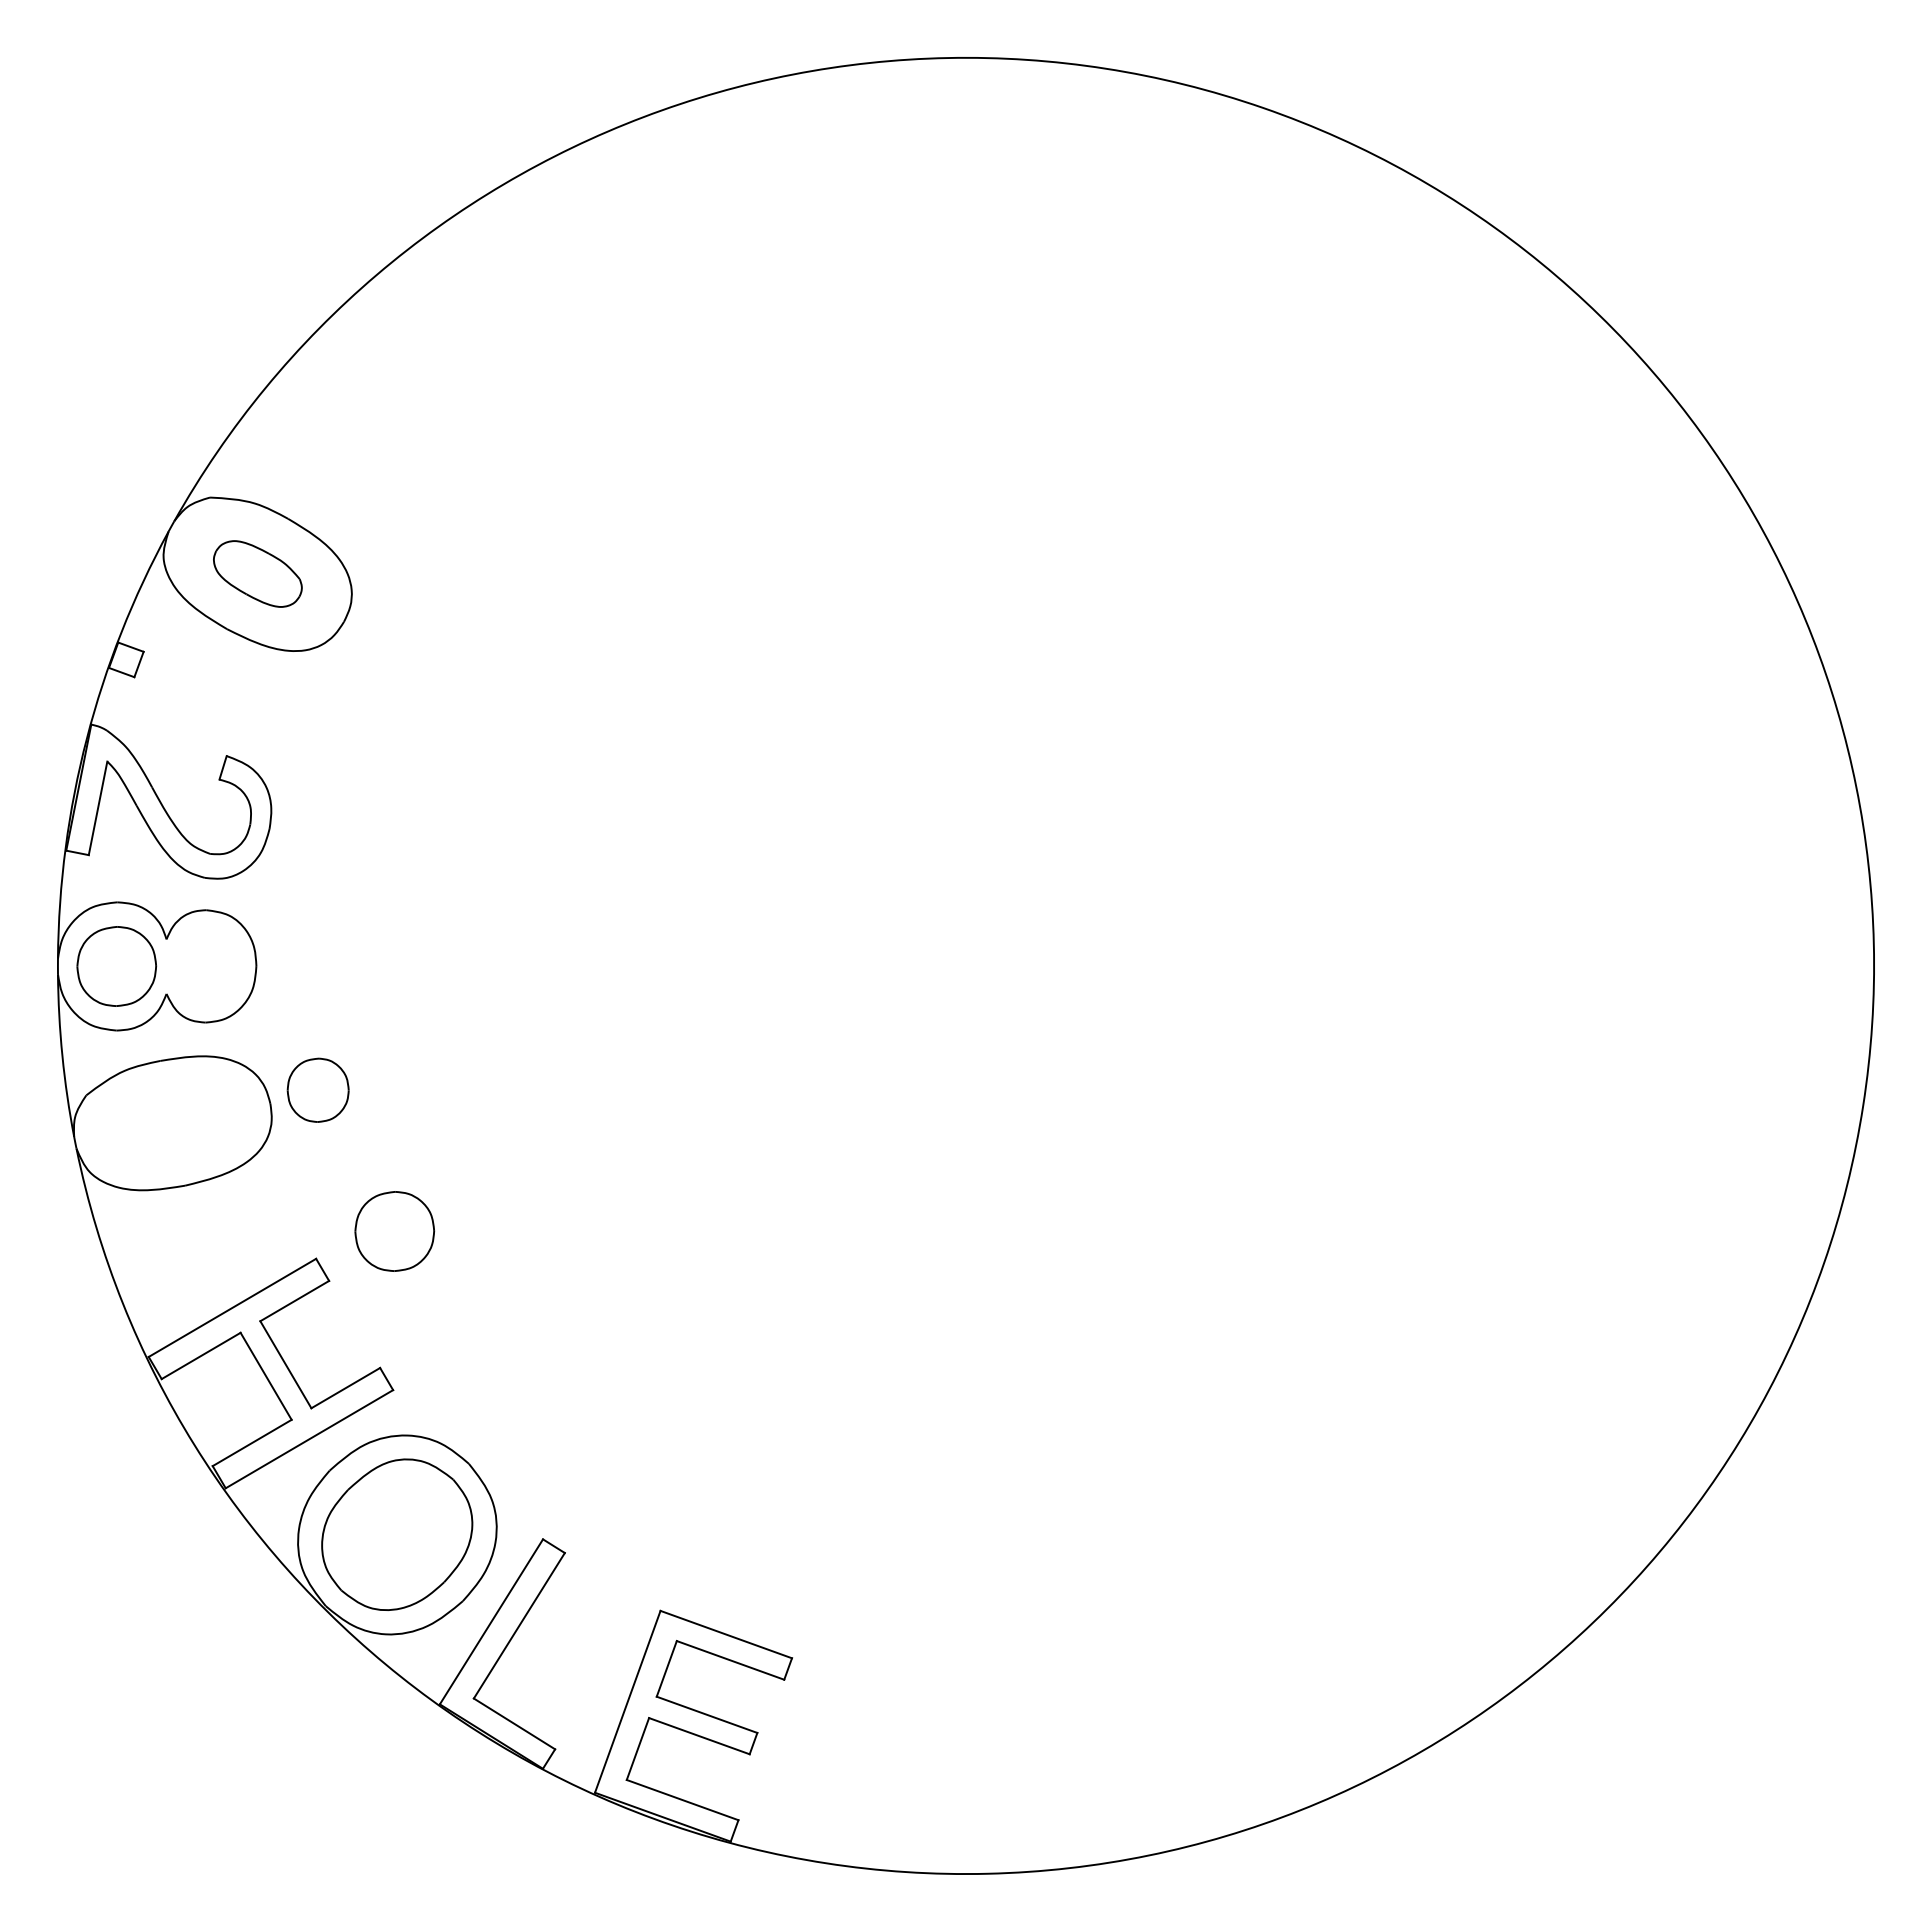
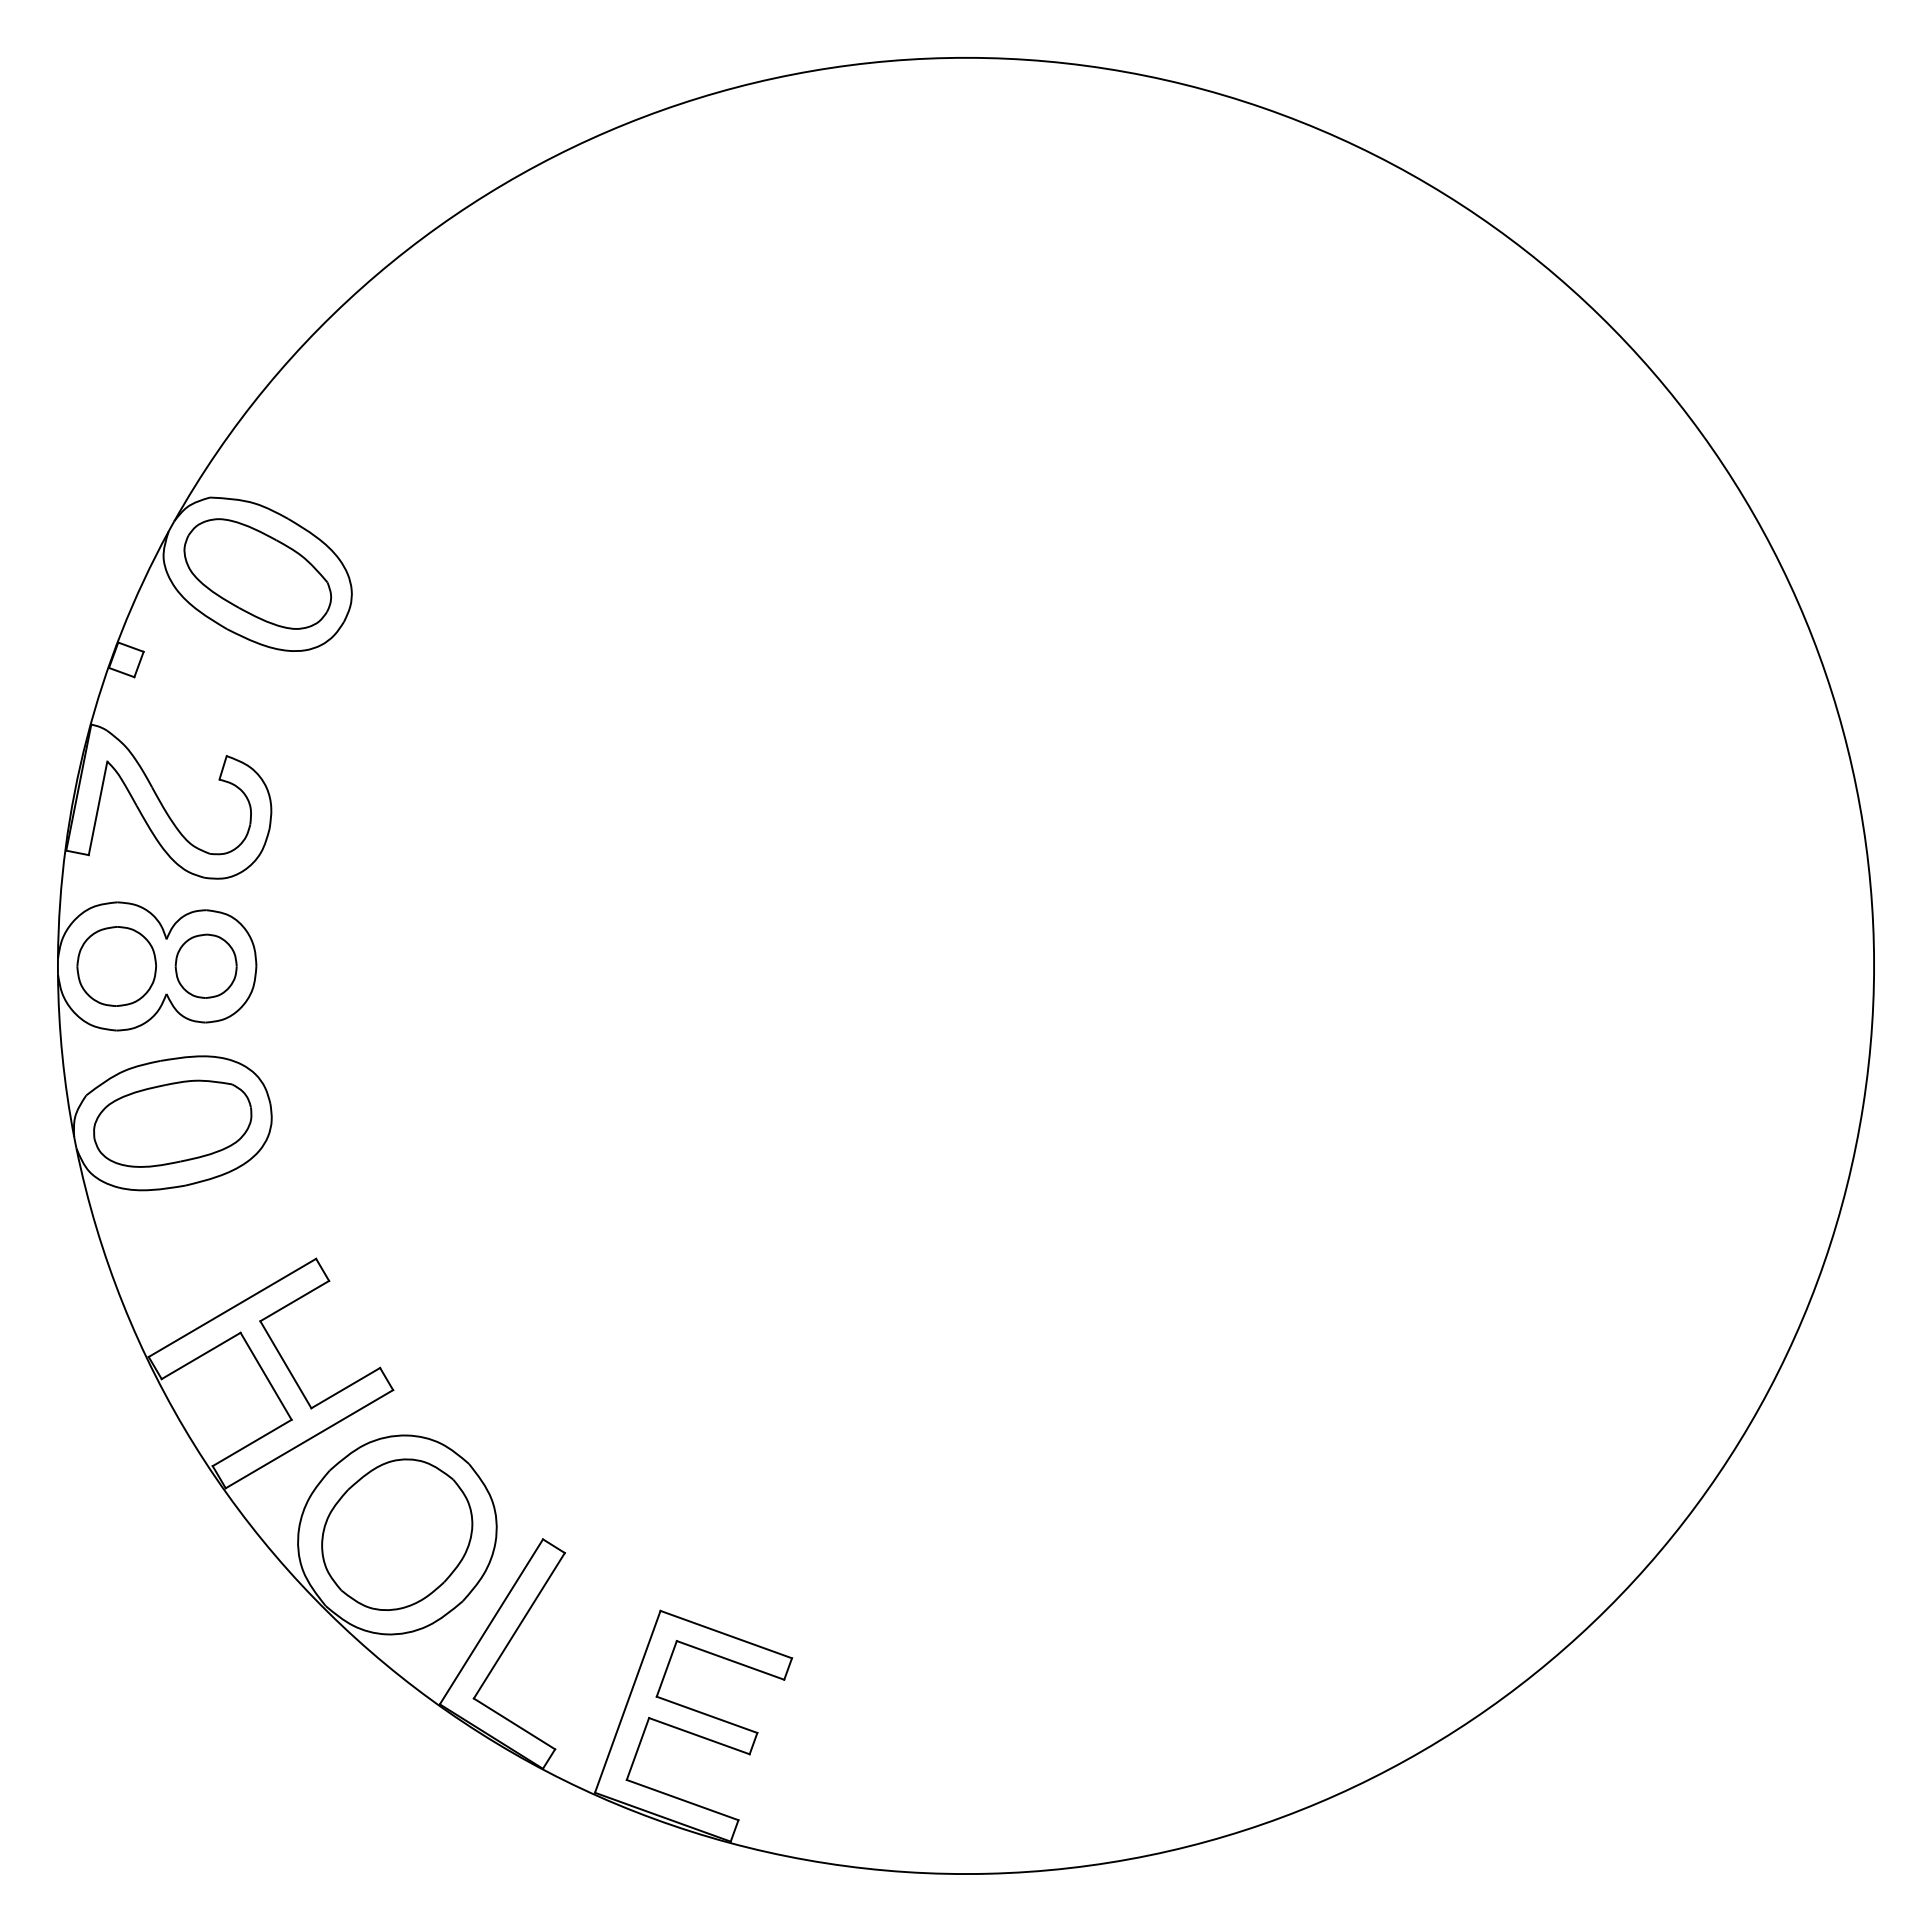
part at (257, 573) size: 90x68 px -> 150x112 px
part at (317, 1089) position: (317, 1089) -> (205, 965)
part at (172, 1123): none -> present
part at (394, 1231): present -> none
